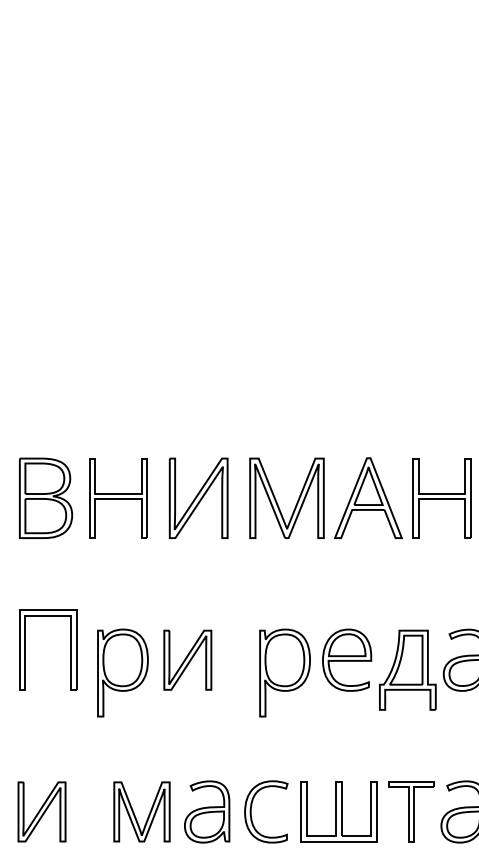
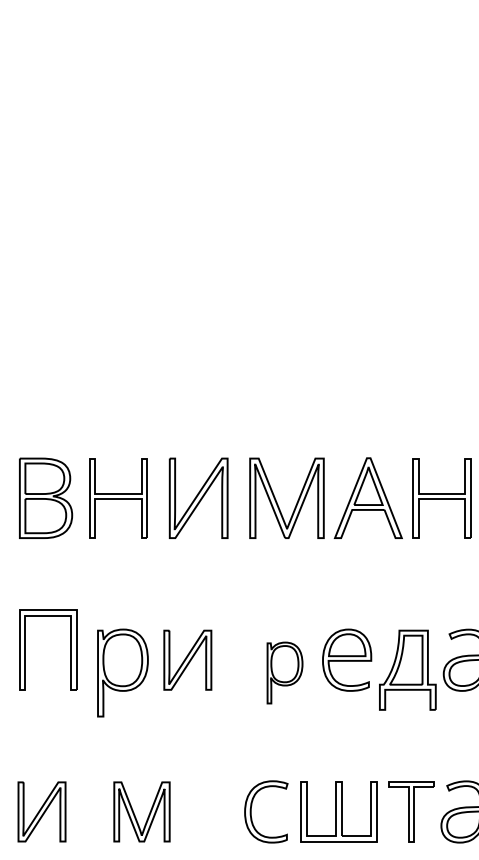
part at (284, 672) size: 52x90 px -> 38x64 px
part at (207, 811): present -> none
